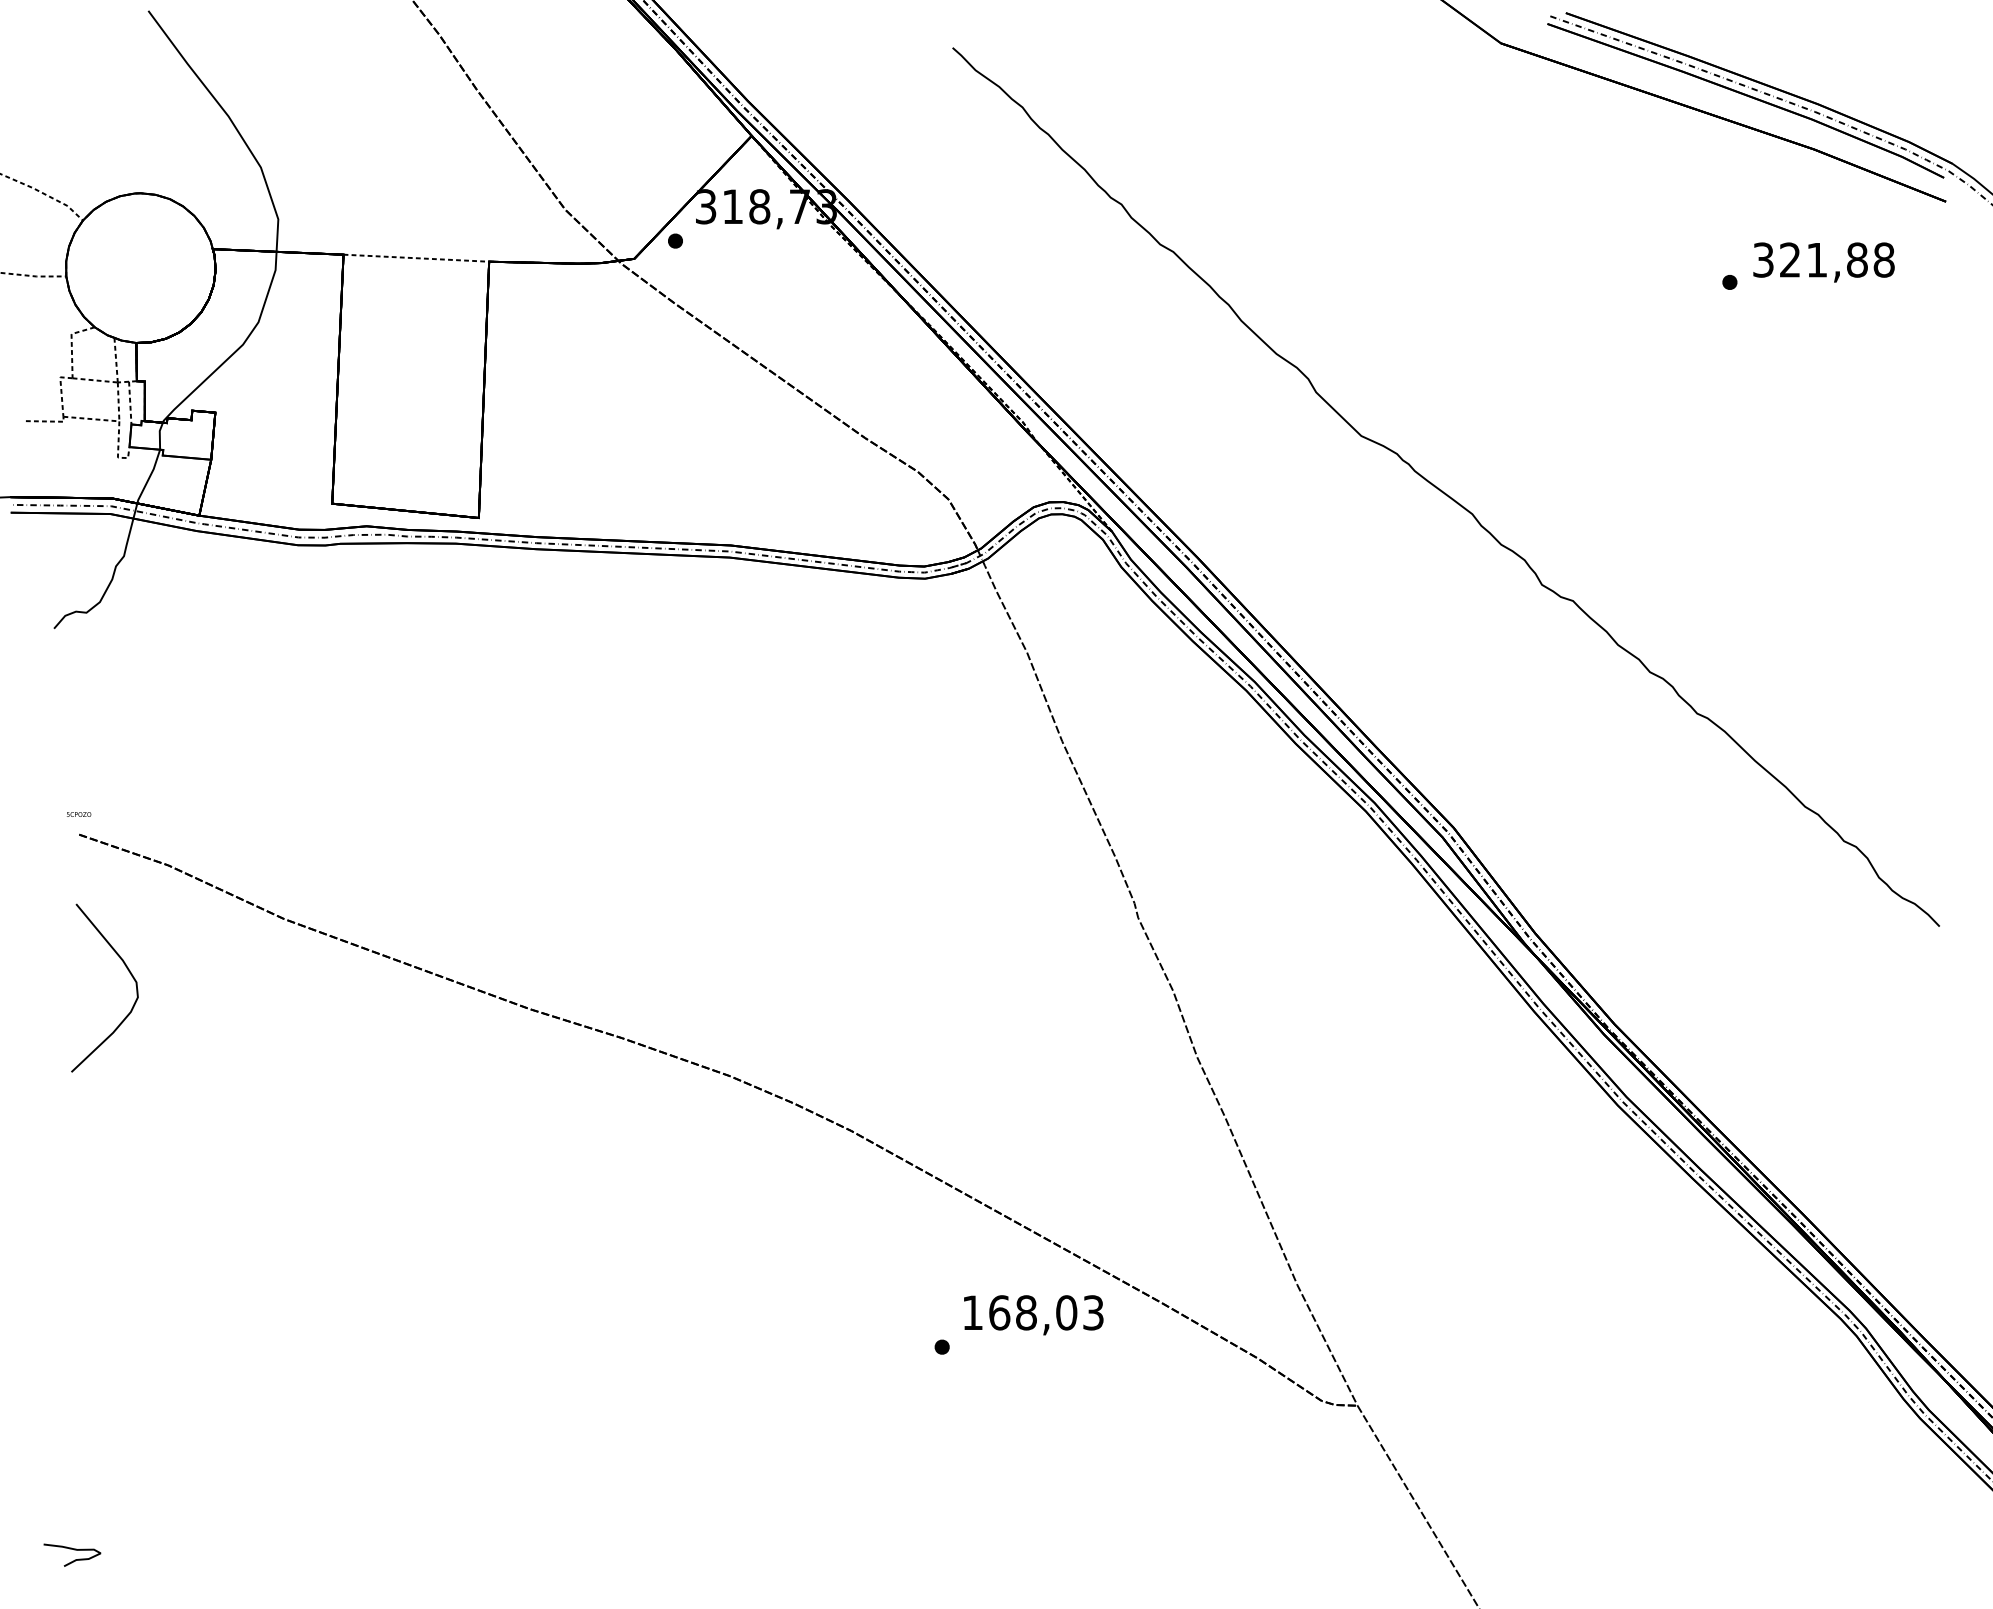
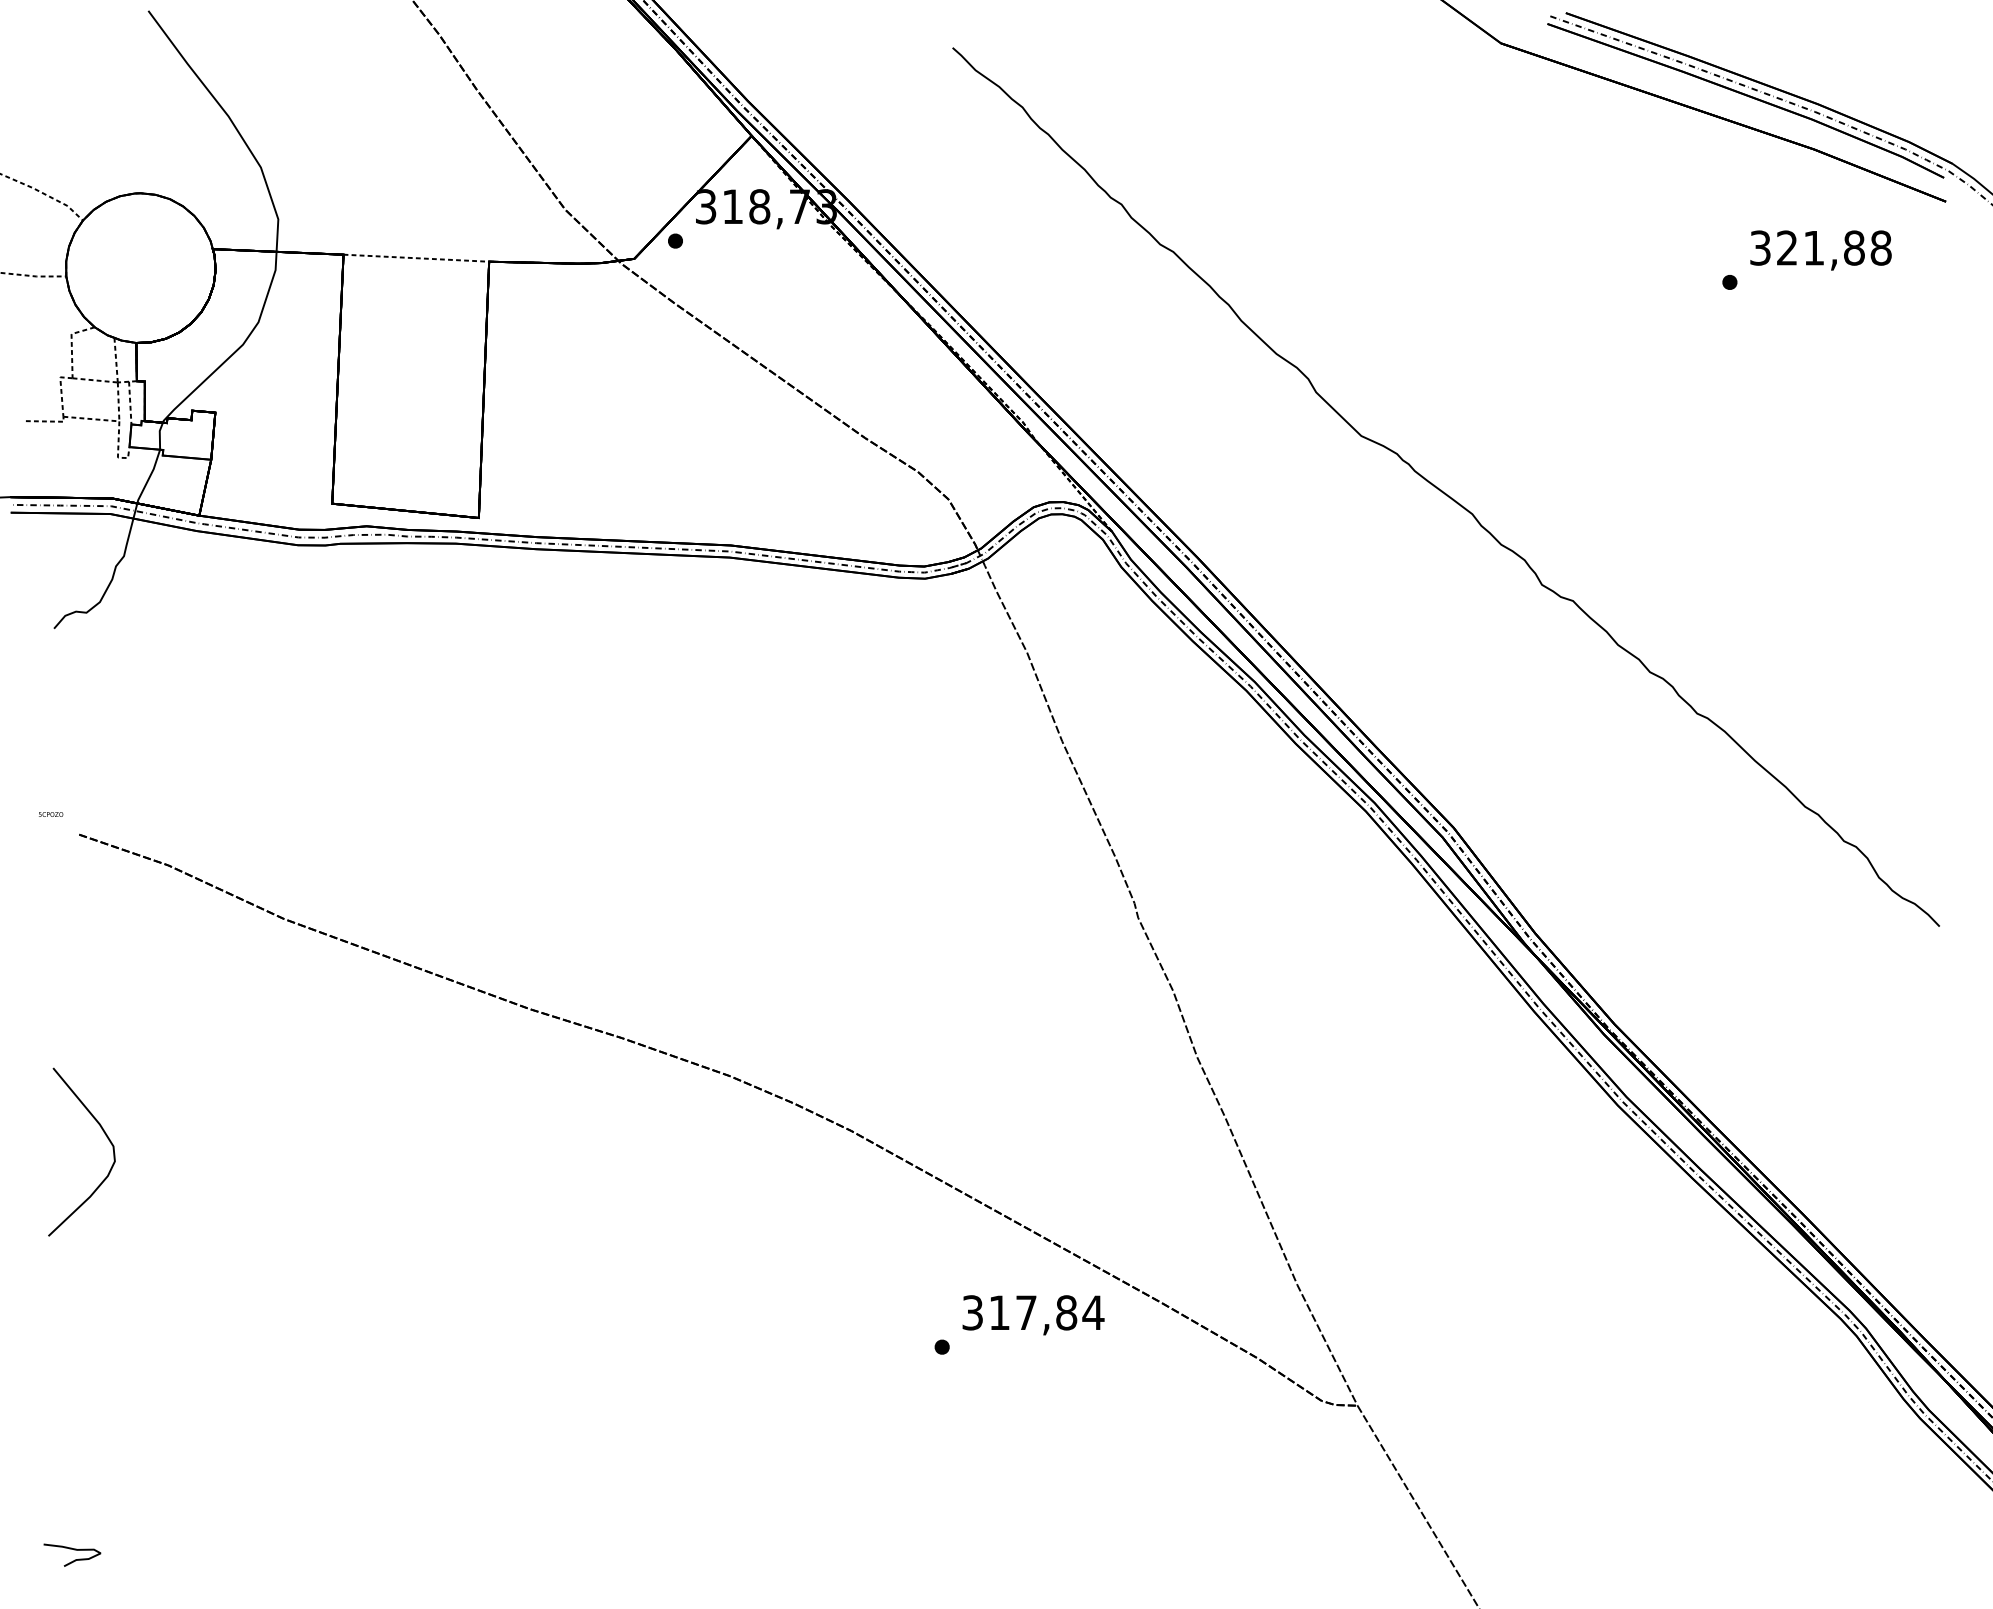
text at (1823, 262) position: (1823, 262) -> (1820, 250)
text at (79, 814) position: (79, 814) -> (51, 814)
curve at (129, 973) position: (129, 973) -> (106, 1137)
text at (1033, 1312): 168,03 -> 317,84
